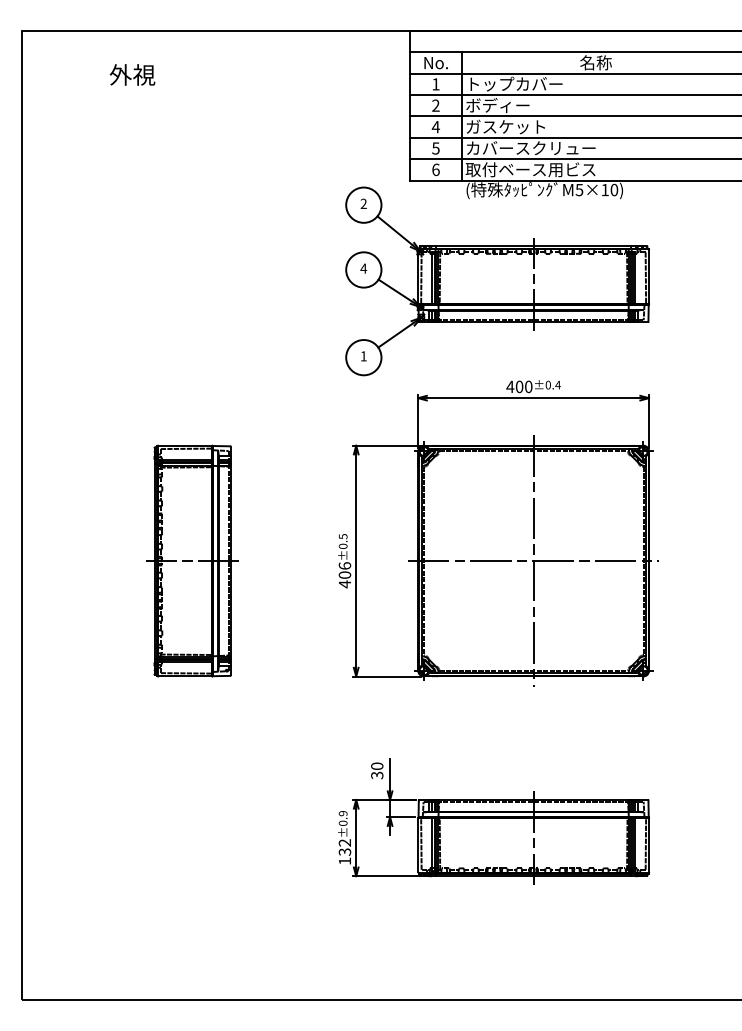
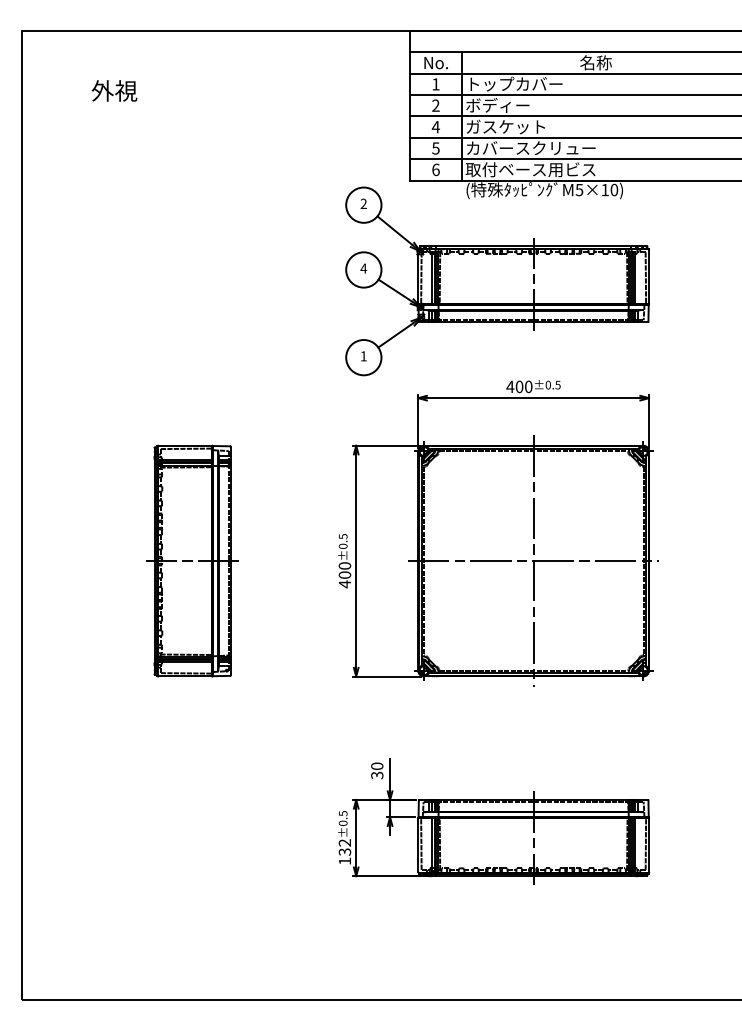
text at (132, 74) position: (132, 74) -> (114, 90)
text at (557, 384): ±0.4 -> ±0.5
text at (344, 565): 406 -> 400
text at (342, 813): ±0.9 -> ±0.5
